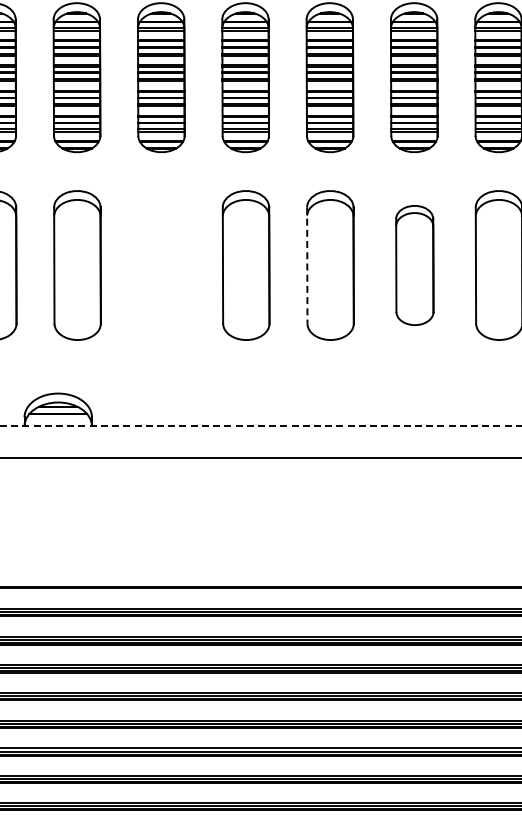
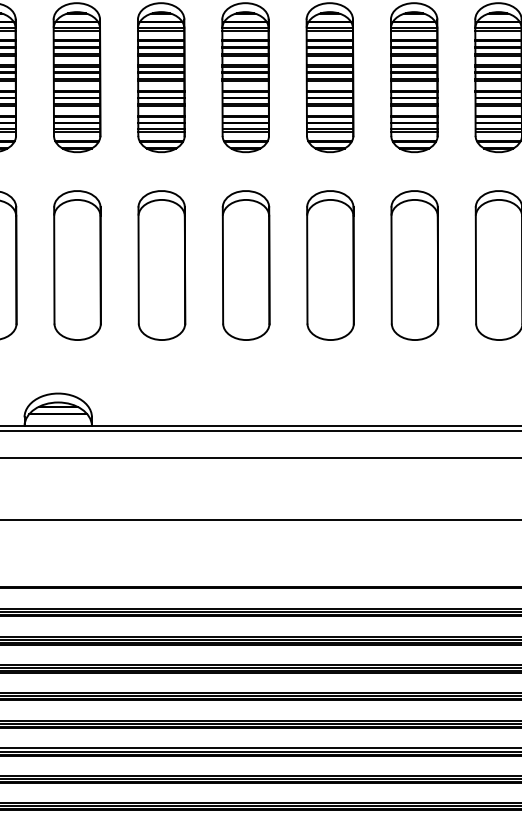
part at (161, 265): none -> present
part at (414, 265) size: 40x121 px -> 50x151 px
line at (307, 266): dashed -> solid
line at (261, 425): dashed -> solid
line at (260, 430): none -> present
line at (260, 520): none -> present
